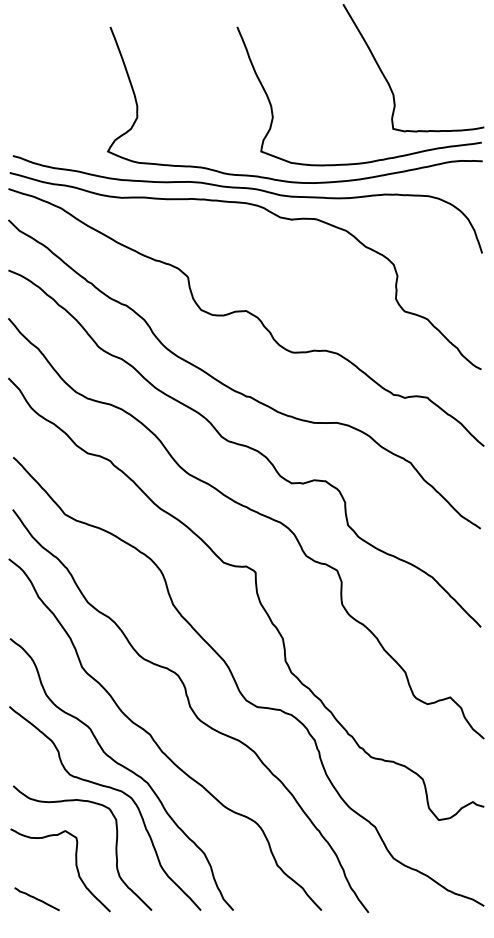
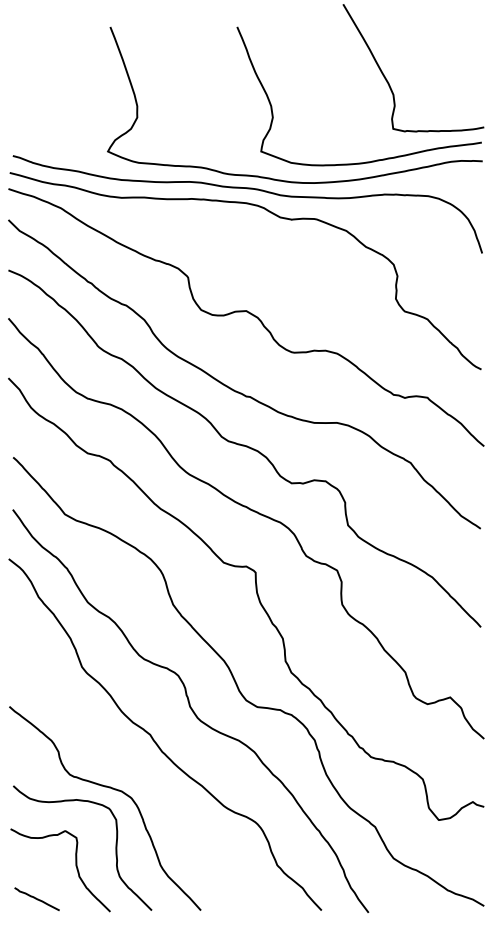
curve at (124, 768): present -> none
